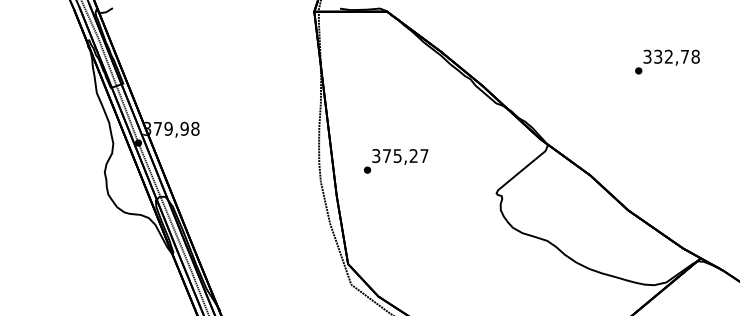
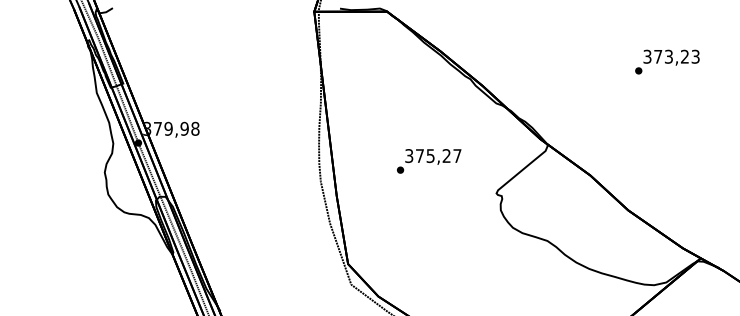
text at (676, 56): 332,78 -> 373,23
text at (396, 161) position: (396, 161) -> (429, 161)
